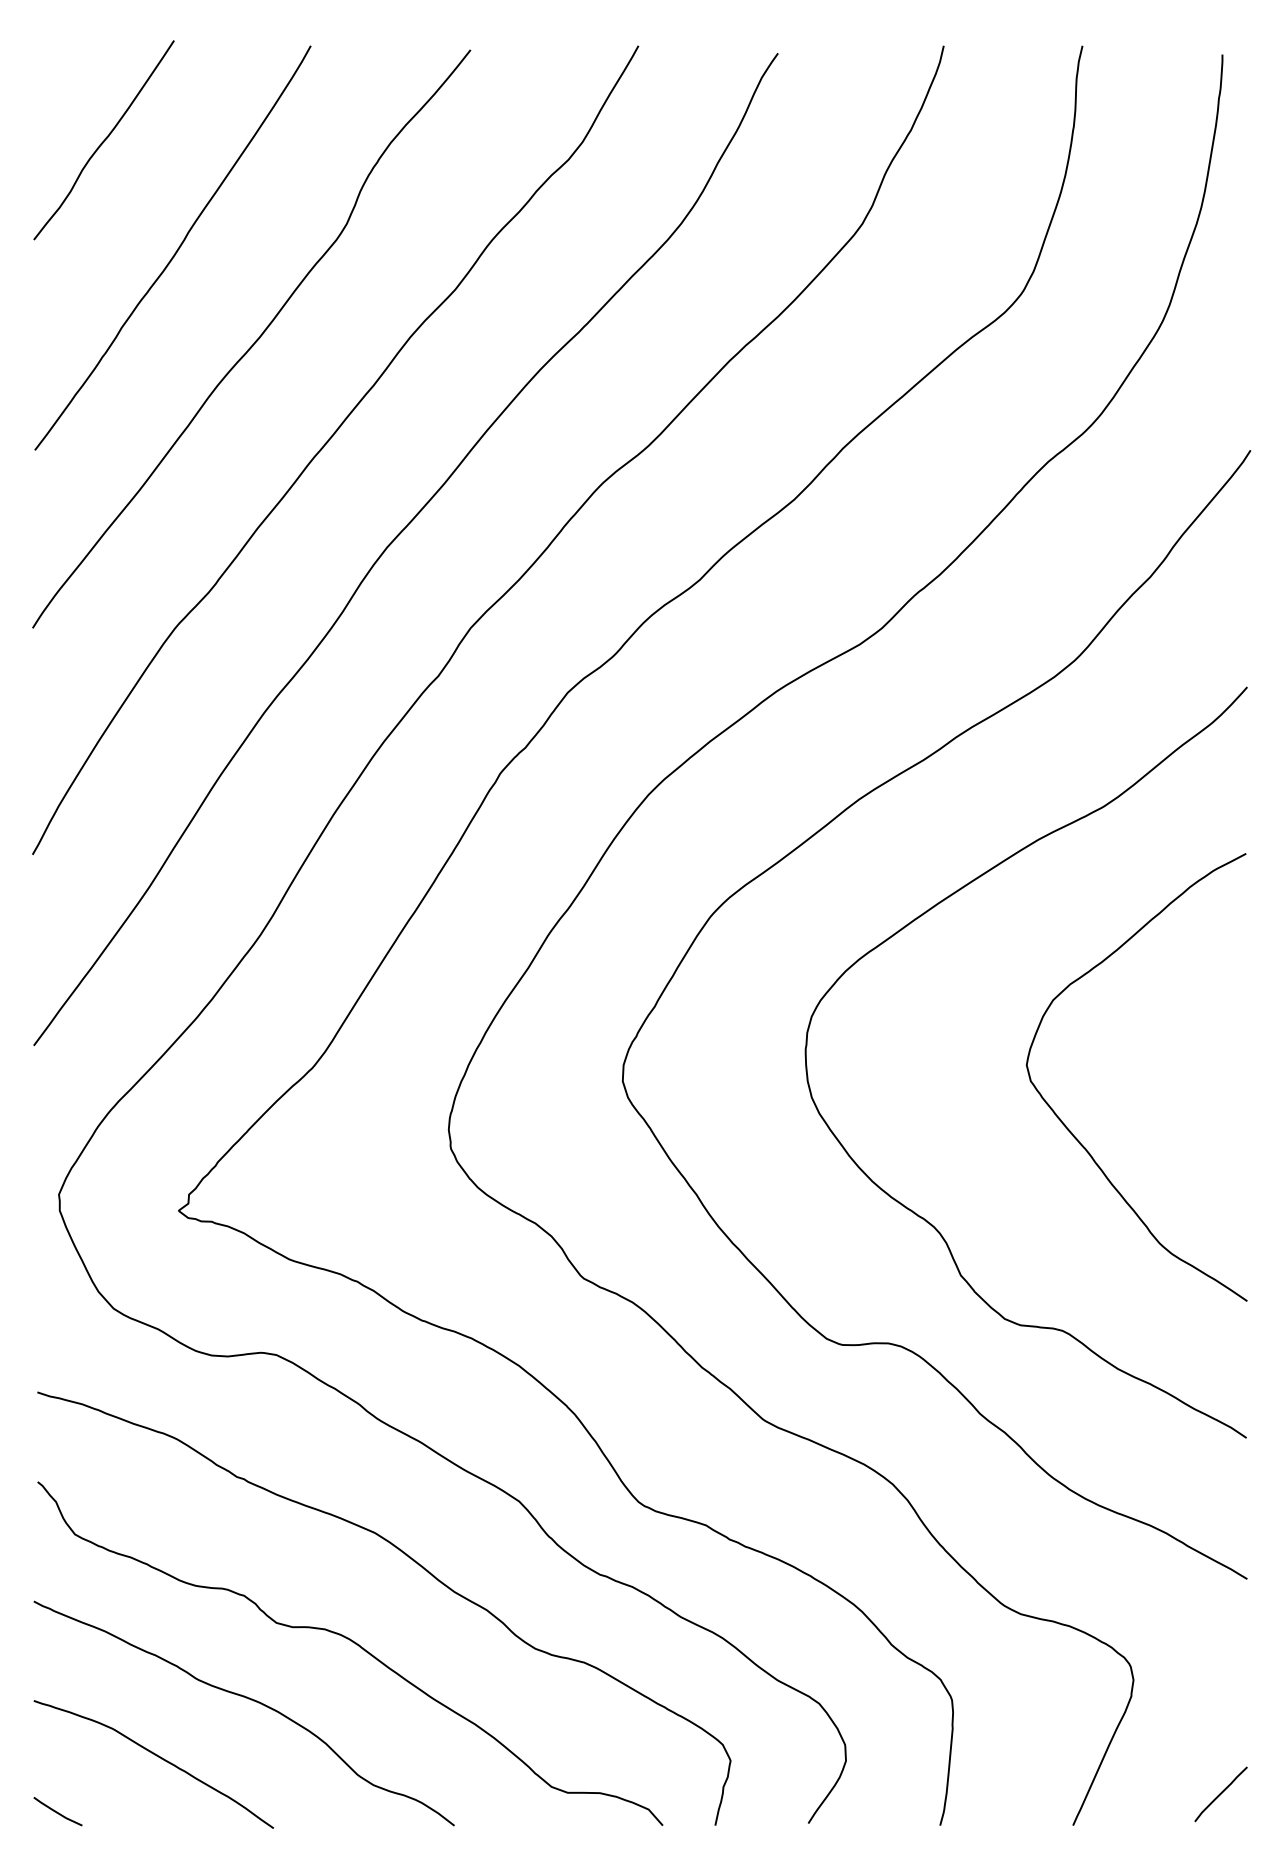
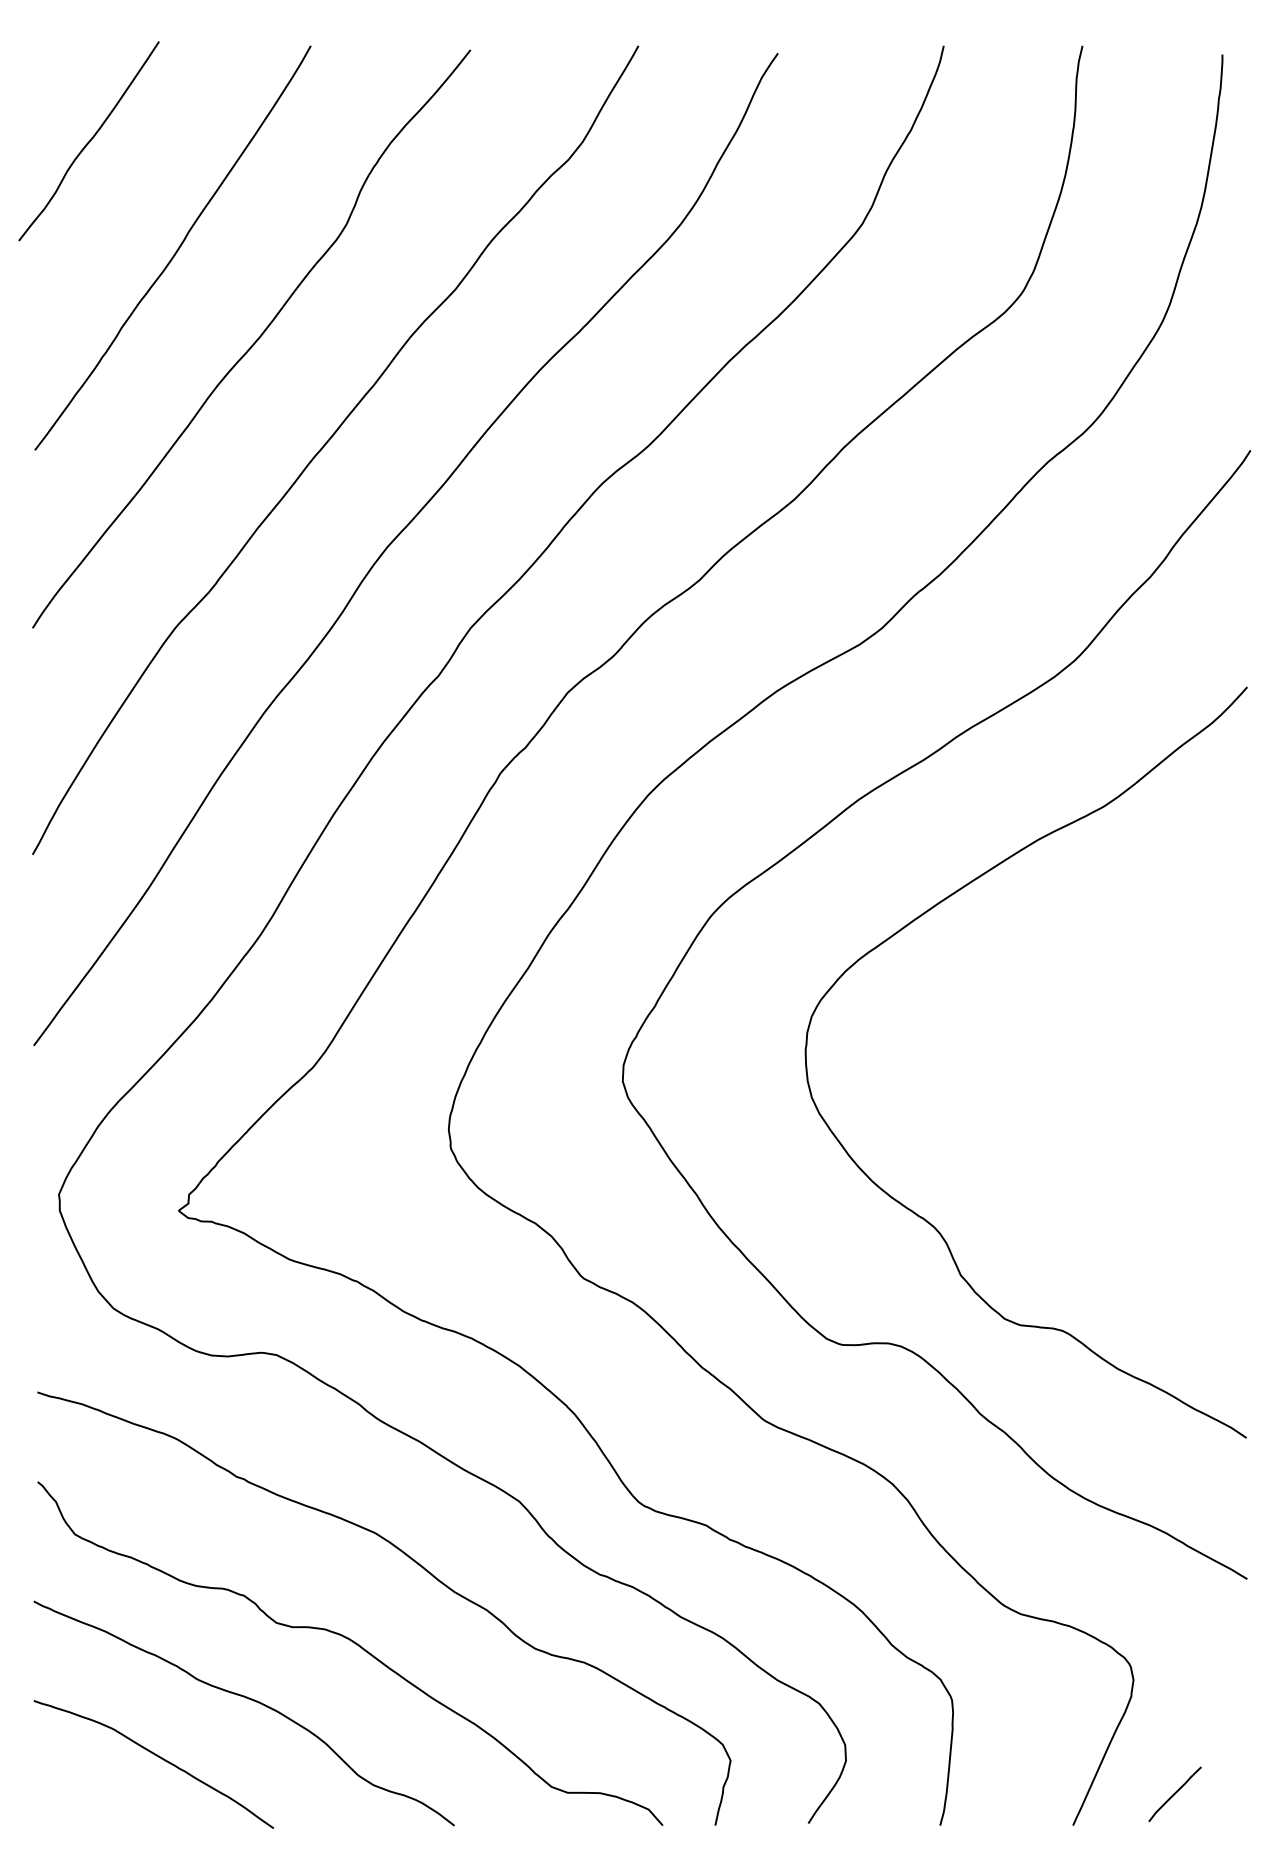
curve at (103, 140) position: (103, 140) -> (88, 141)
curve at (1071, 1131): present -> none
line at (1220, 1794) position: (1220, 1794) -> (1174, 1794)
line at (57, 1811): present -> none
